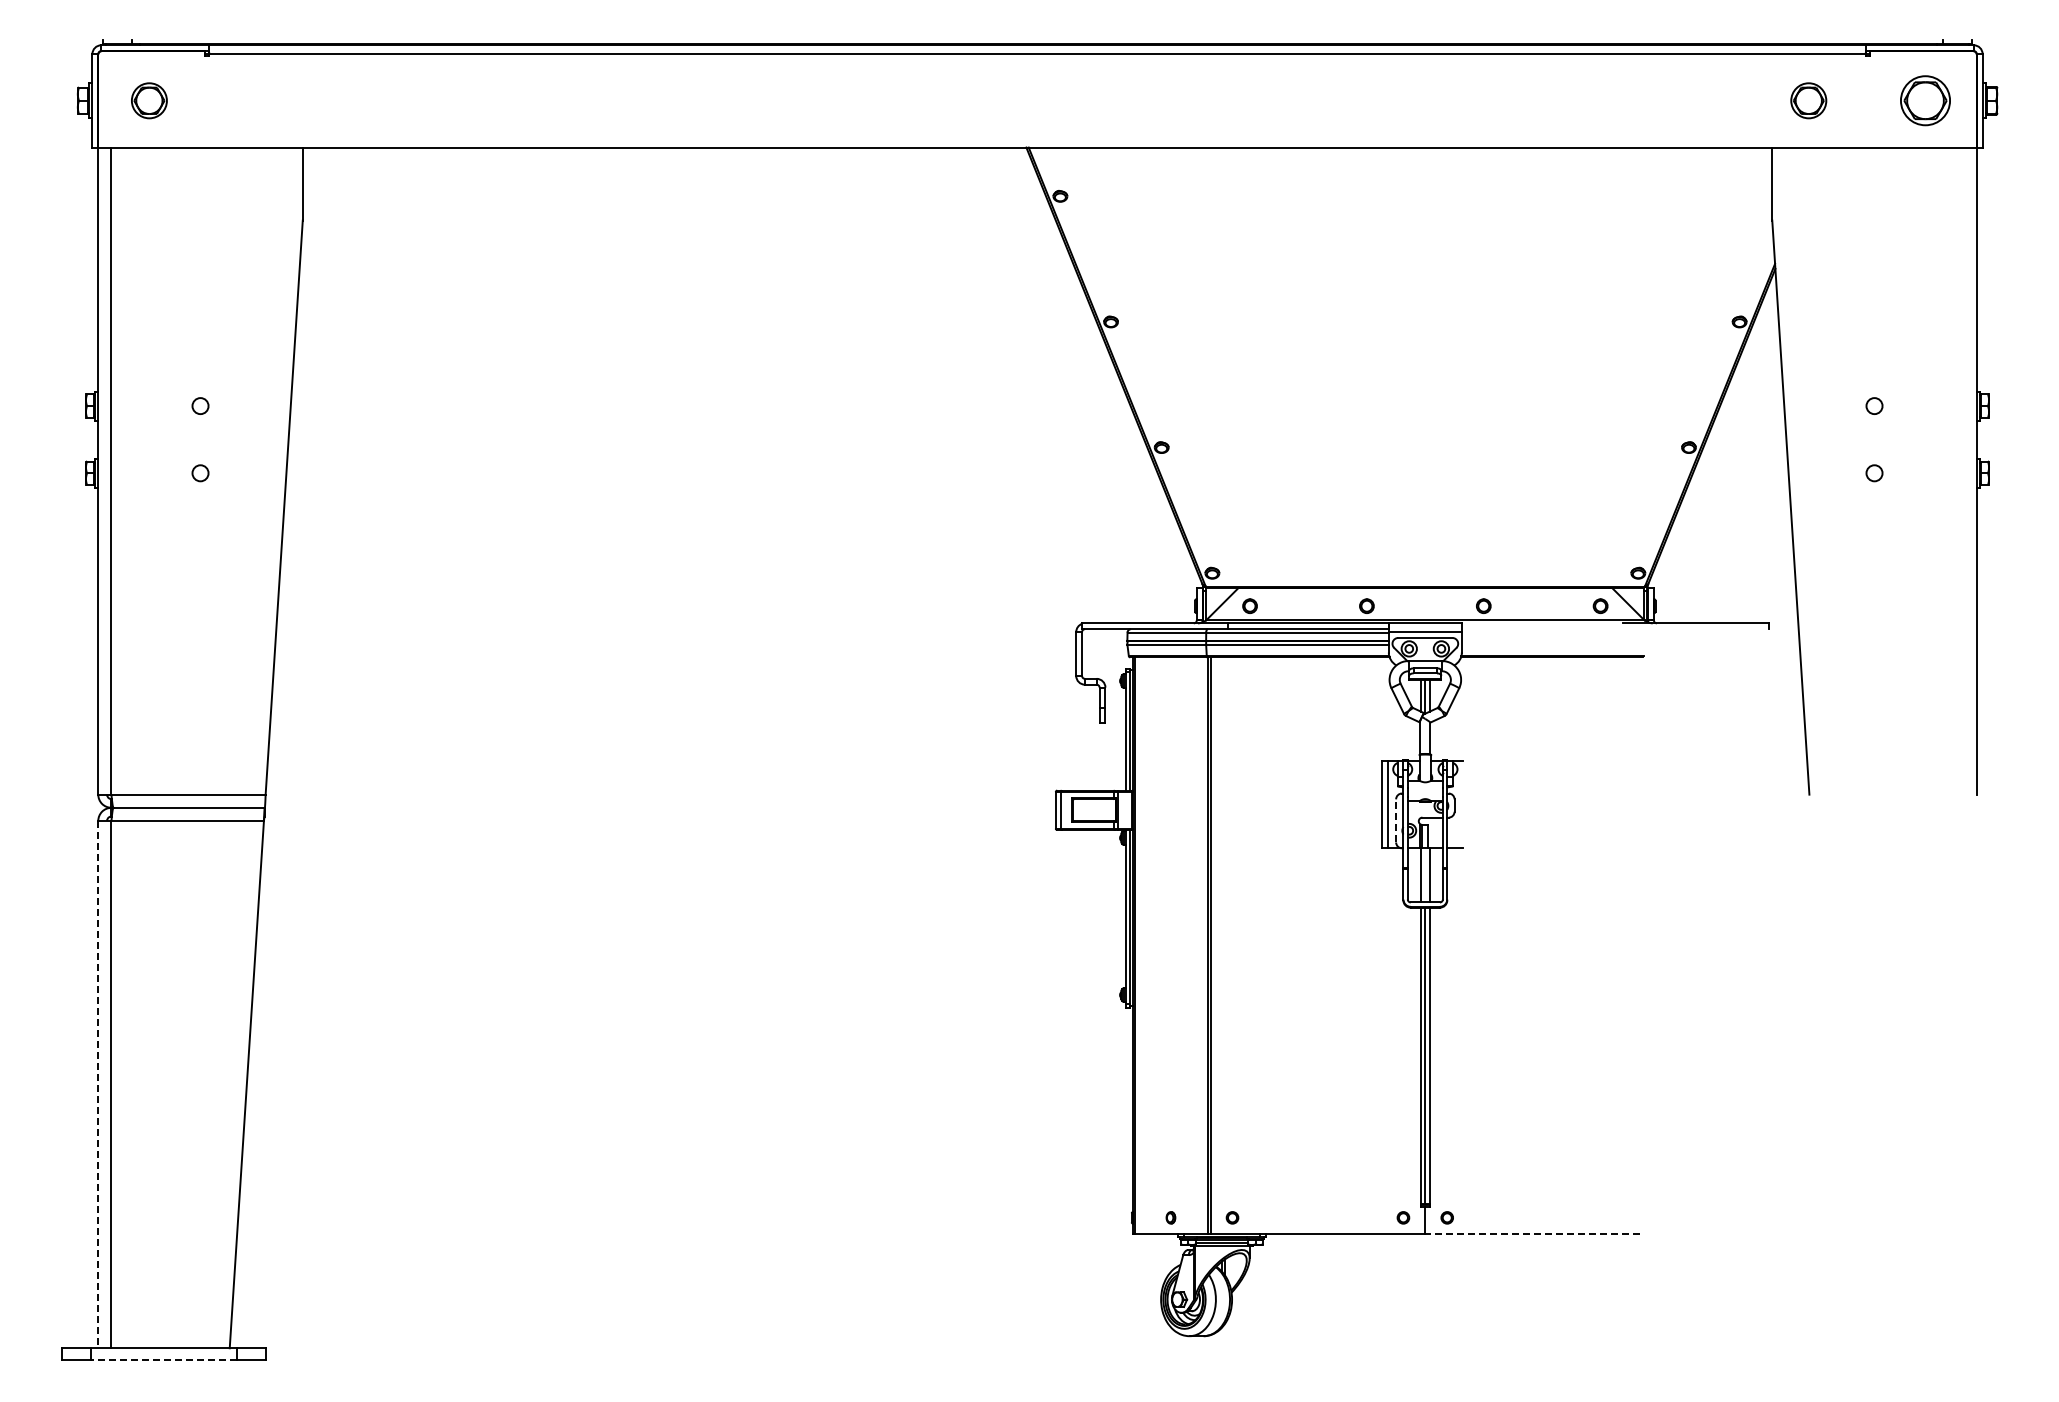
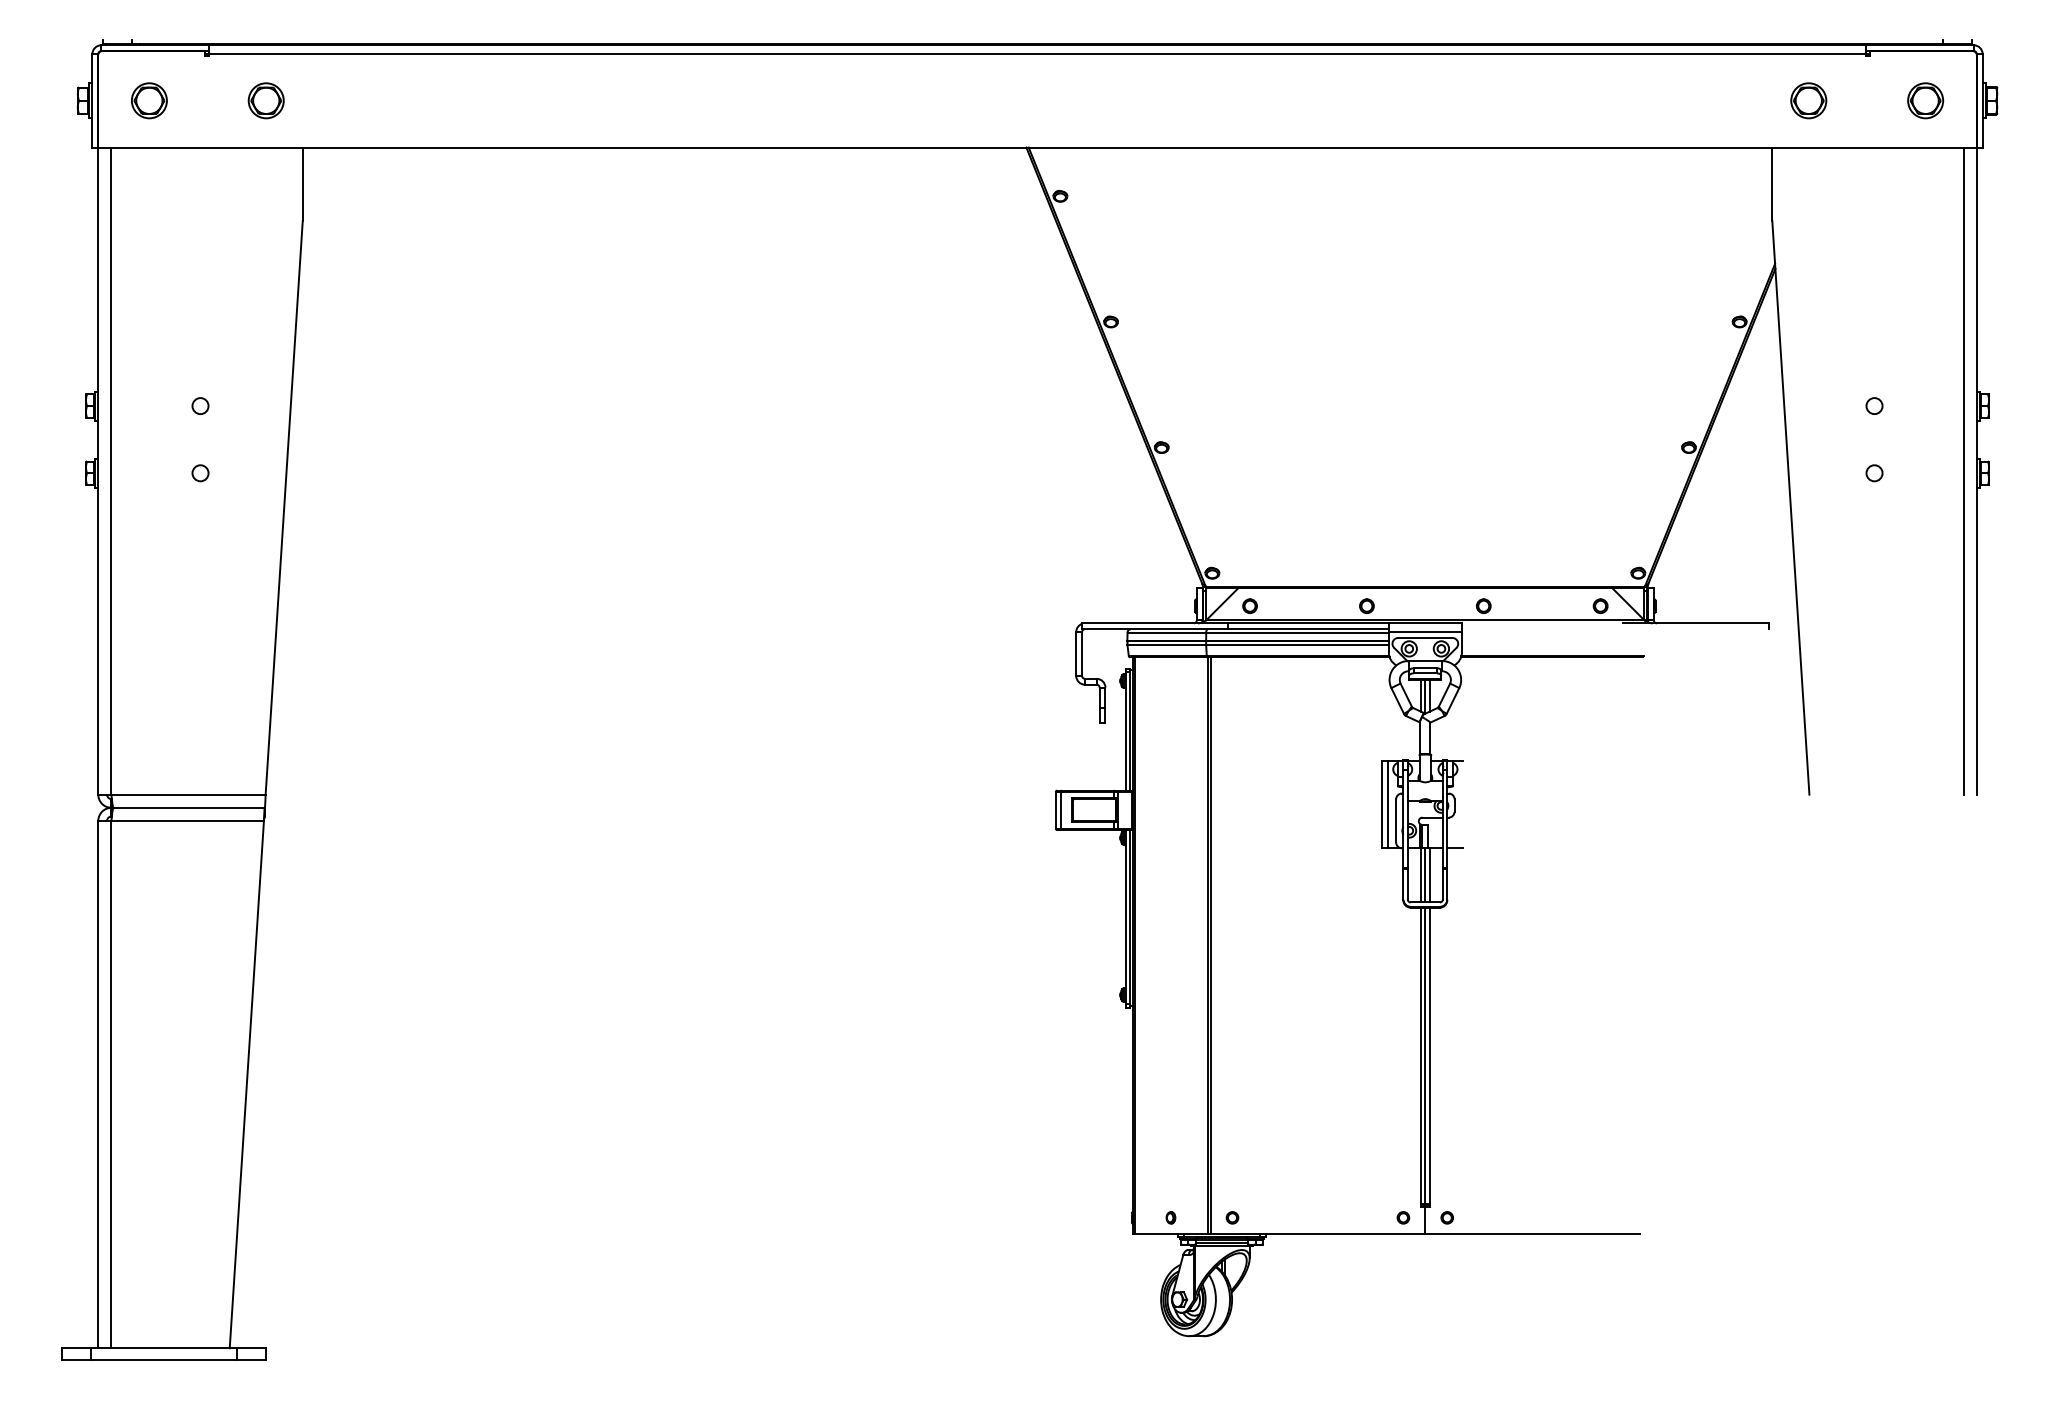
part at (265, 100): none -> present
part at (1925, 100) size: 51x52 px -> 38x38 px
line at (1963, 470): none -> present
line at (1396, 820): dashed -> solid
line at (1425, 875): none -> present
line at (98, 1084): dashed -> solid
line at (1532, 1233): dashed -> solid
line at (163, 1359): dashed -> solid
